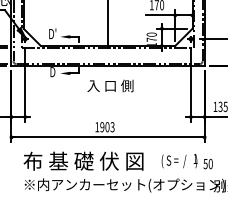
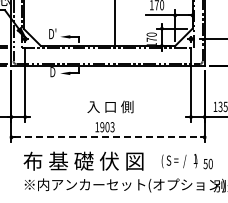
line at (108, 25) position: (108, 25) -> (115, 25)
text at (110, 85) position: (110, 85) -> (110, 106)
line at (108, 137): solid -> dashed
